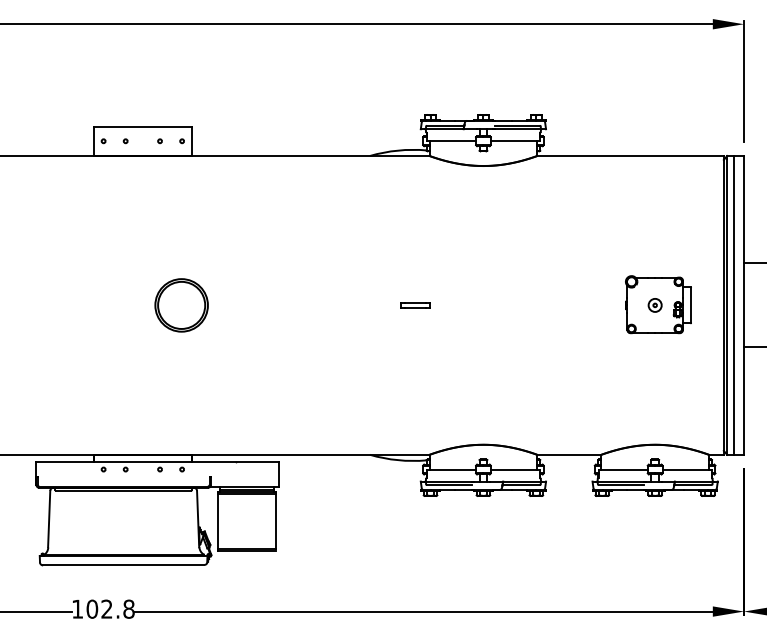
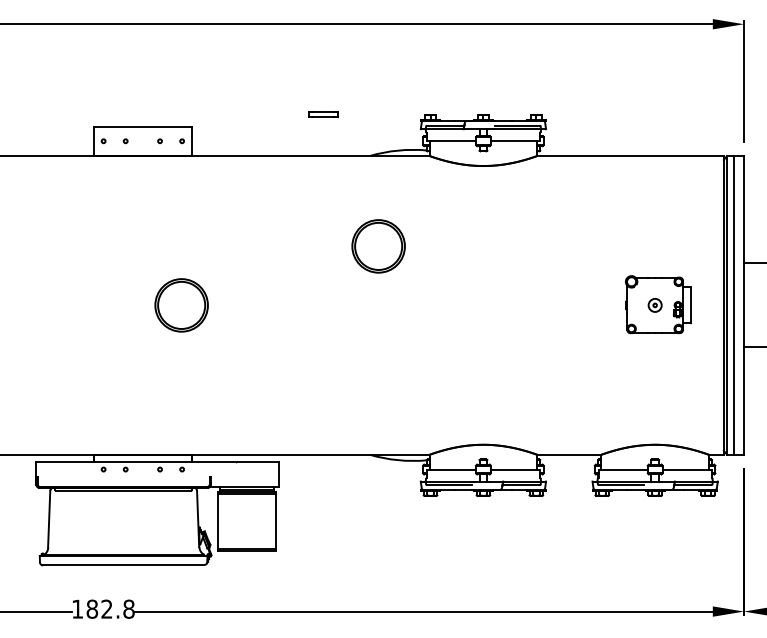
part at (378, 246): none -> present
part at (415, 305) position: (415, 305) -> (323, 114)
text at (92, 609): 102.8 -> 182.8
